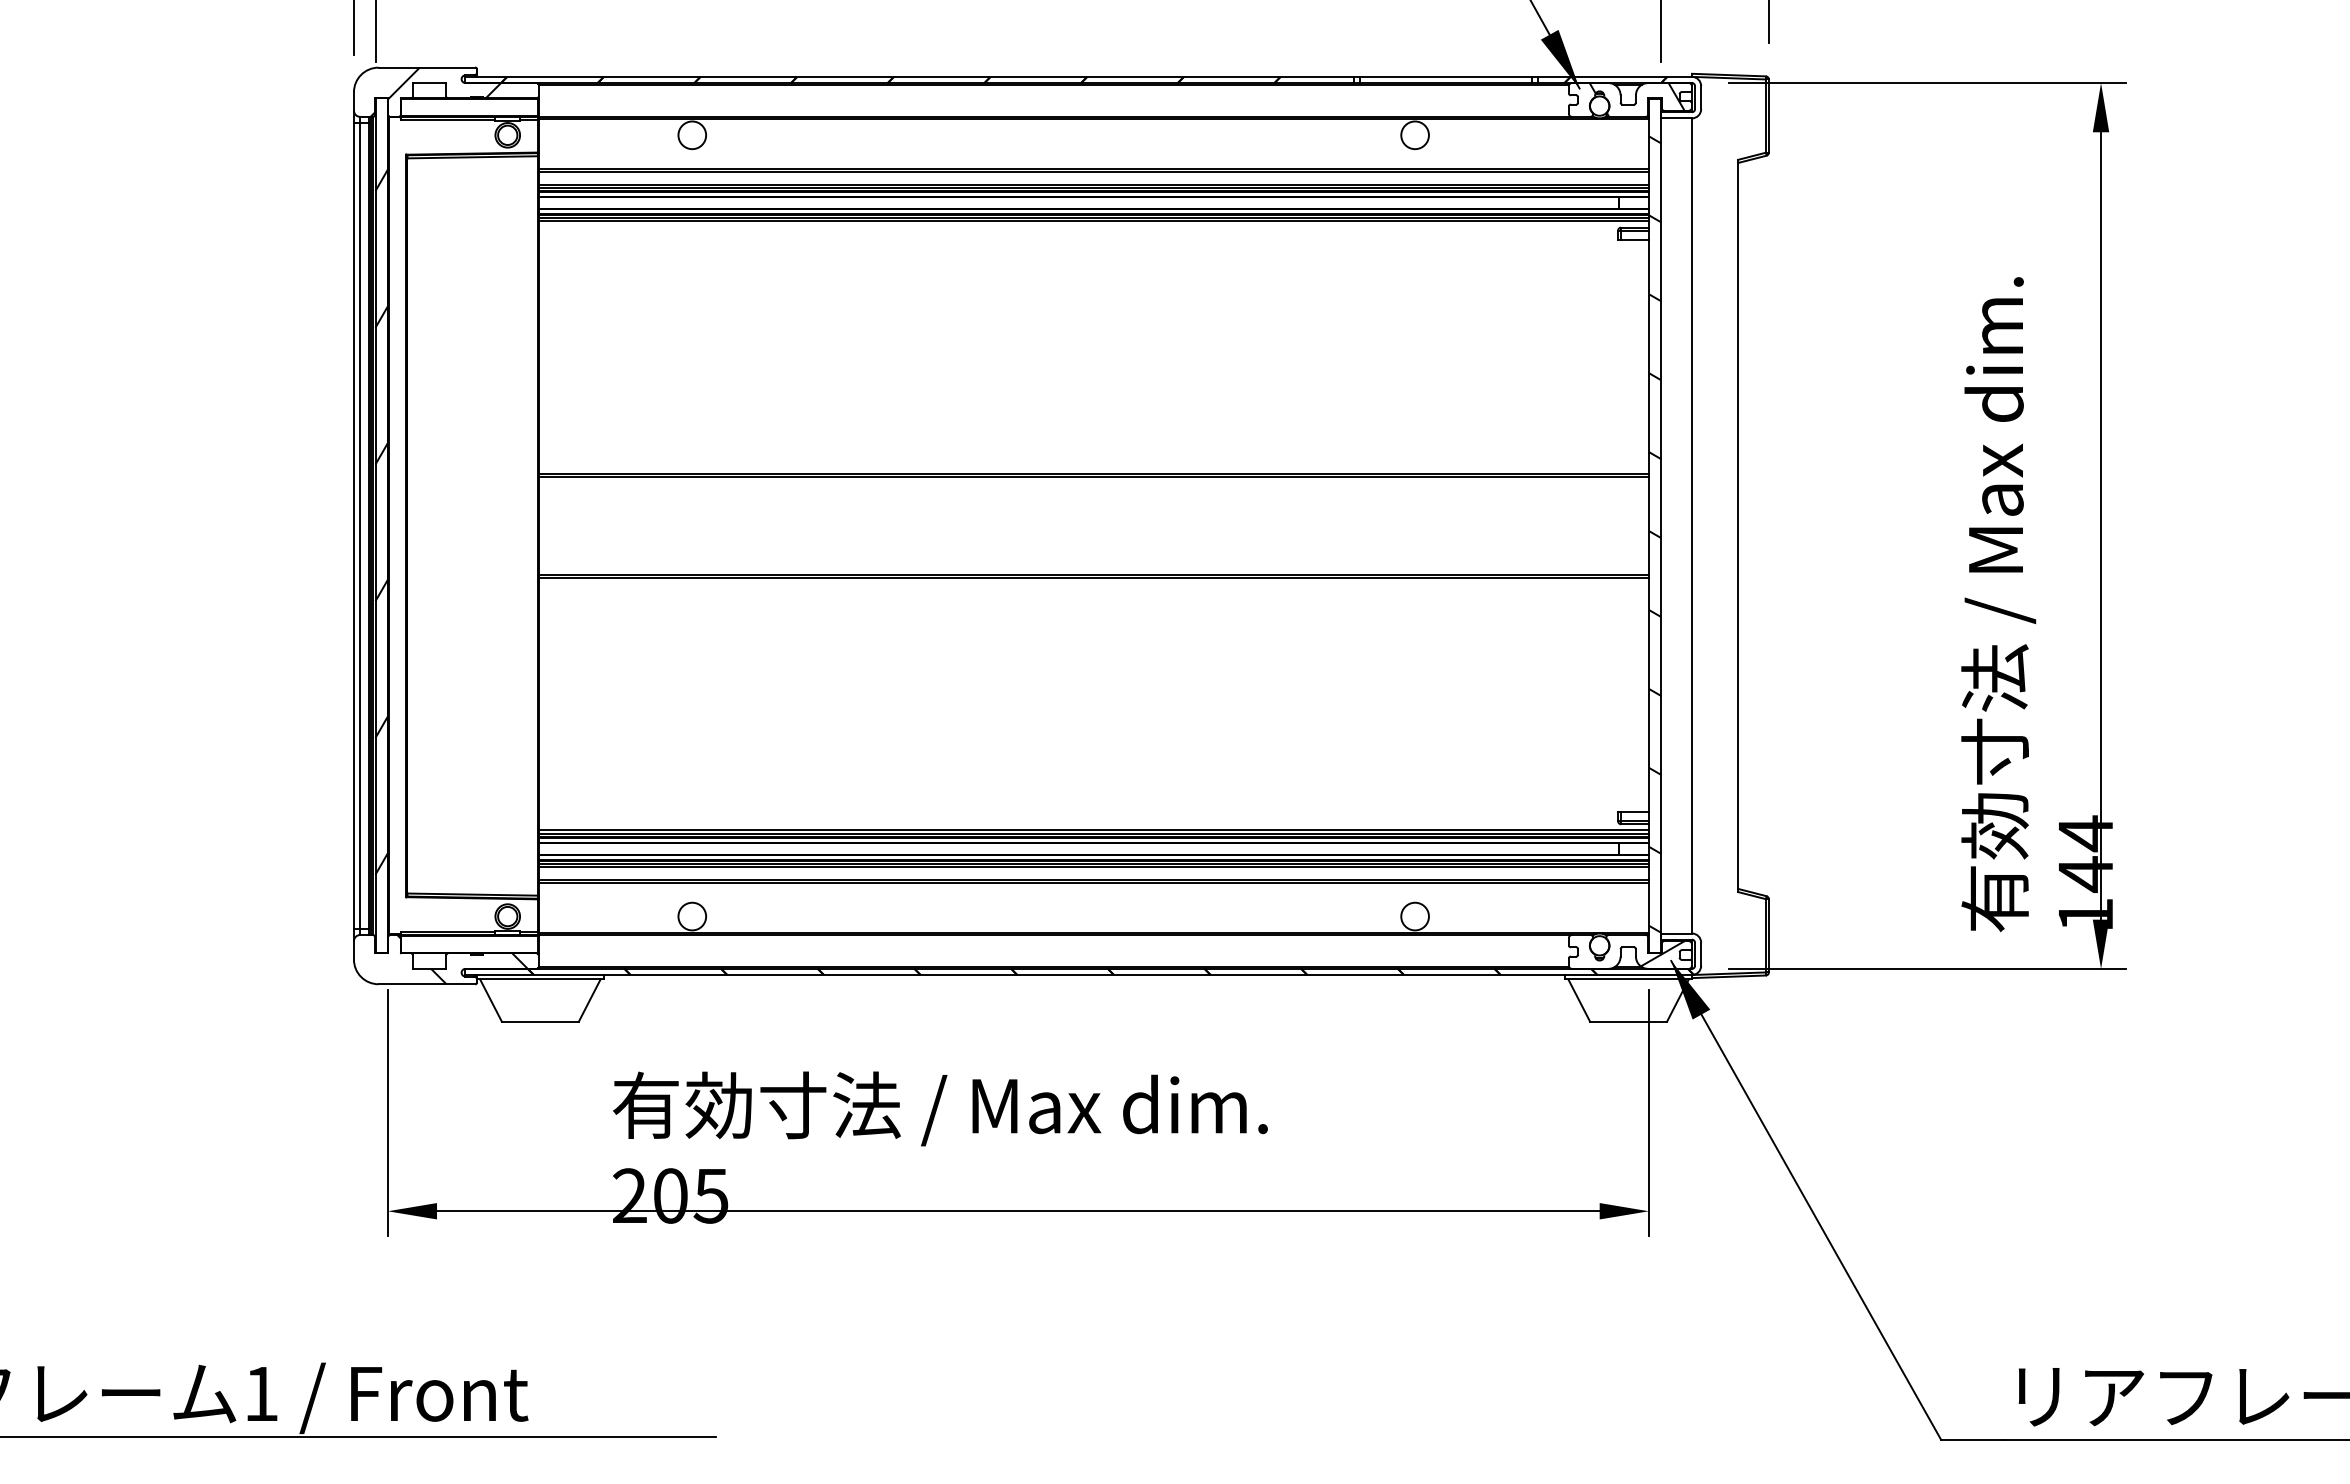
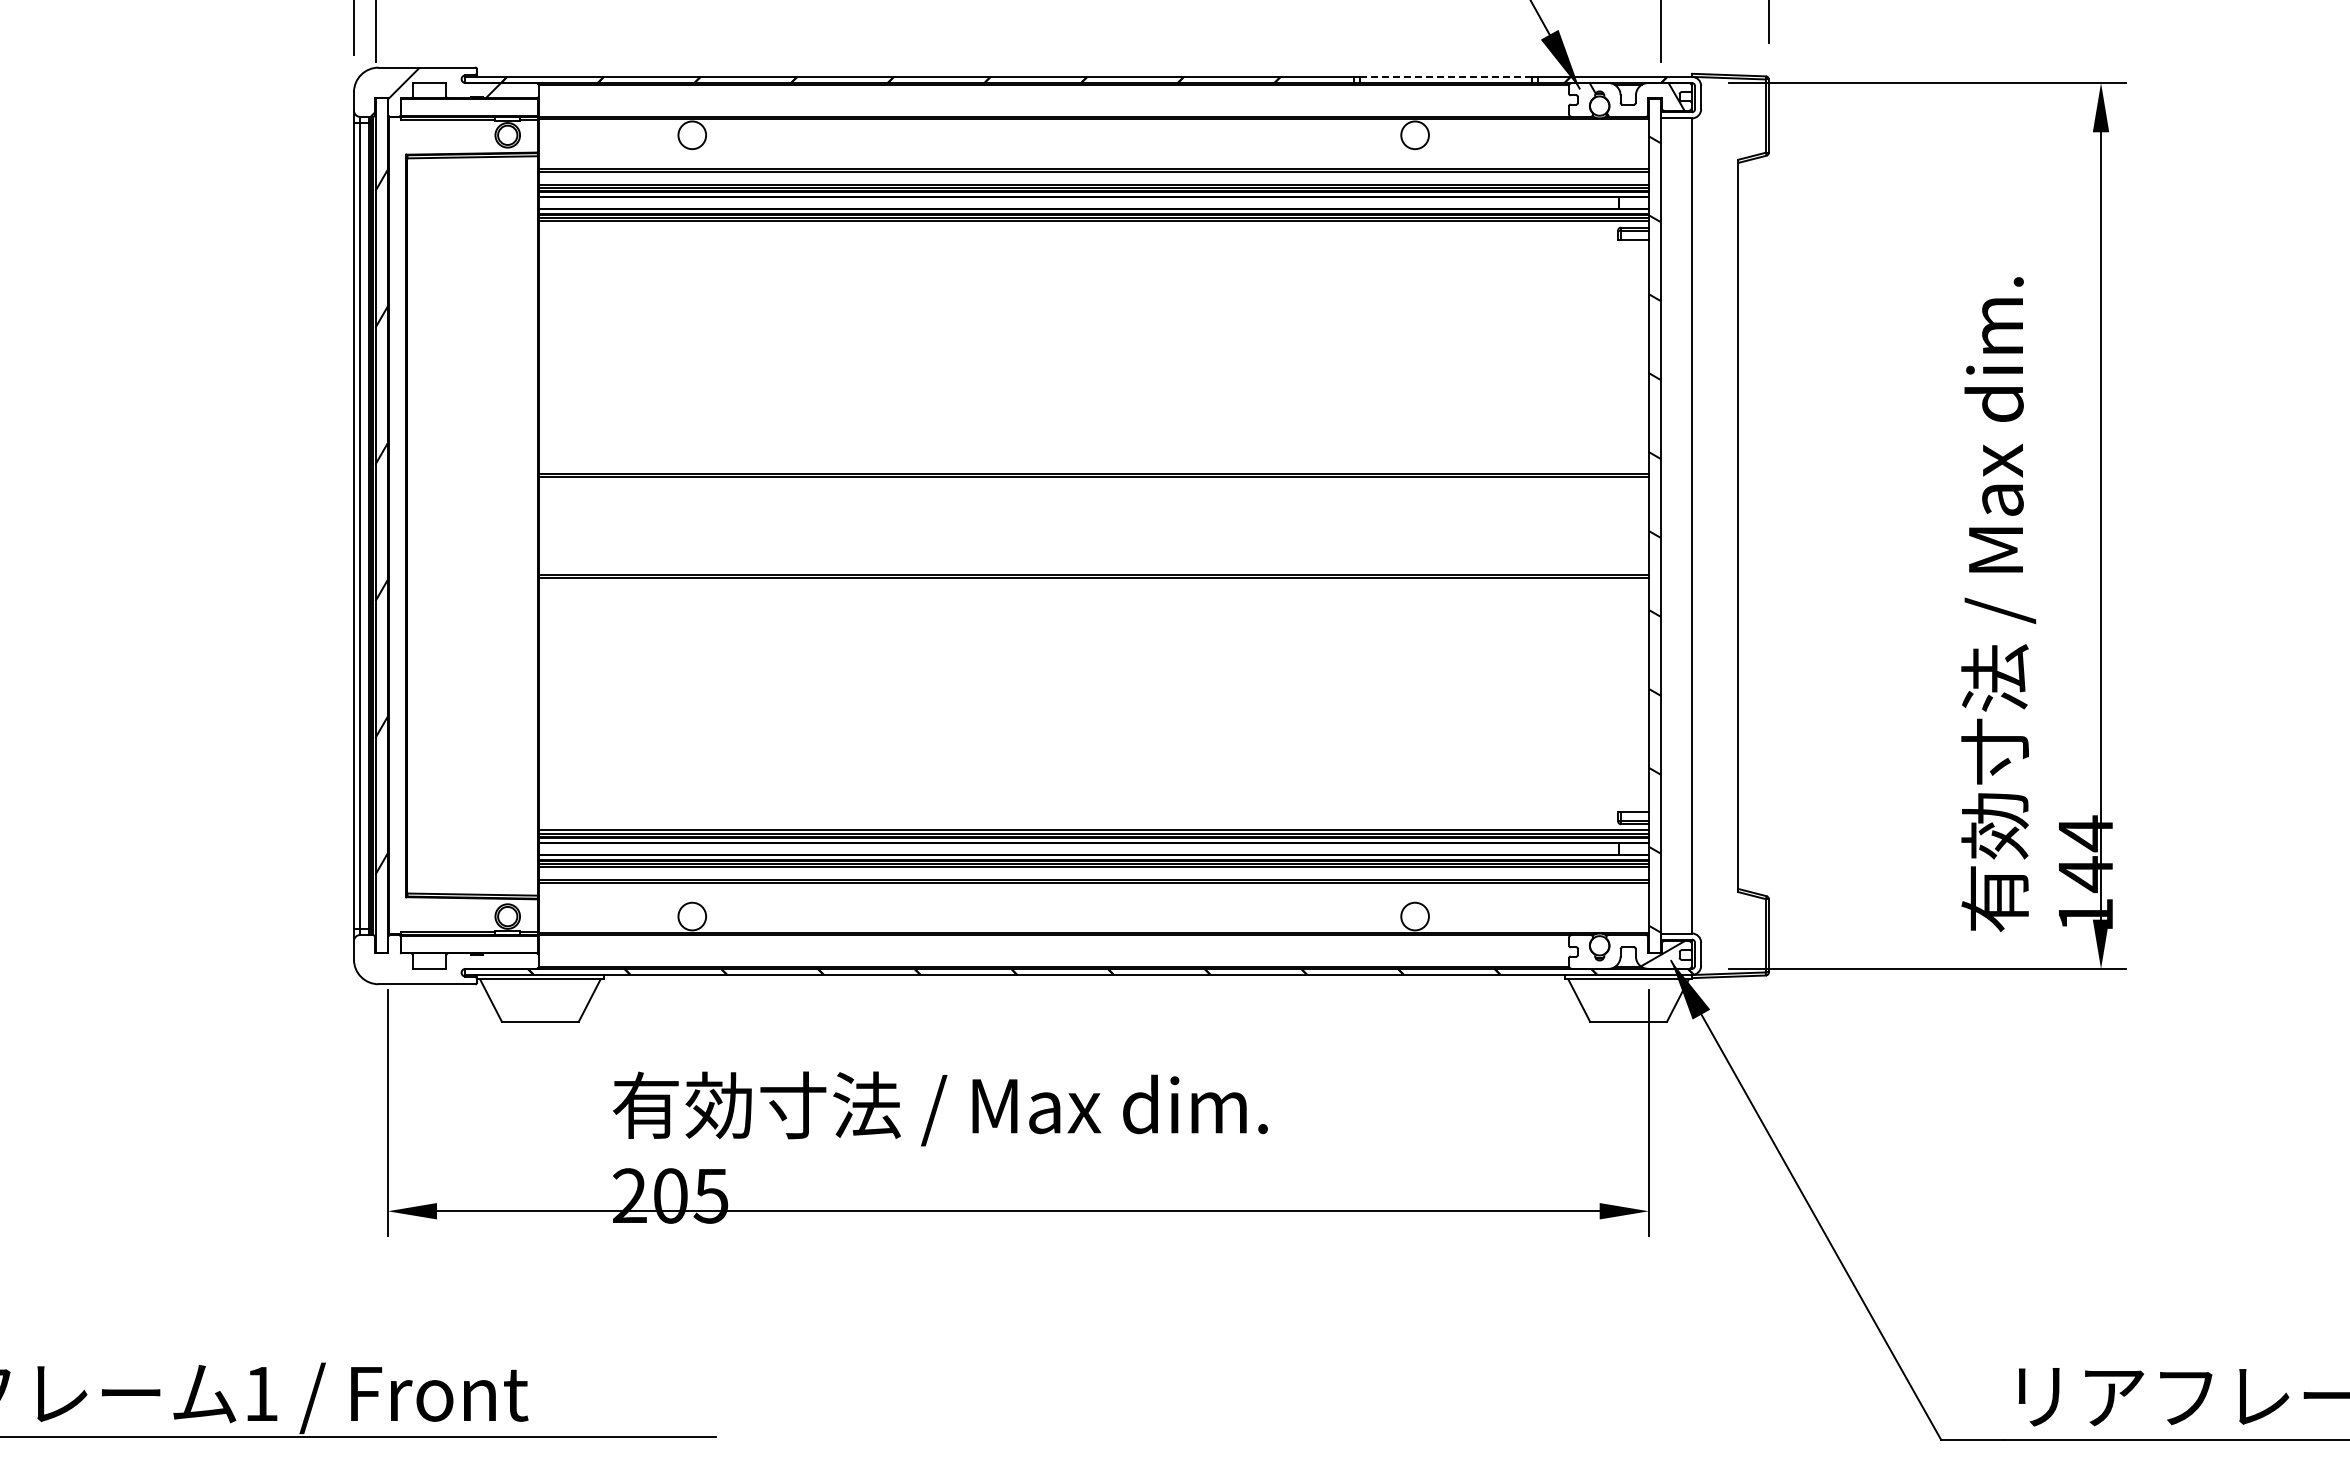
line at (1446, 76): solid -> dashed
hatch at (462, 959): present -> none
